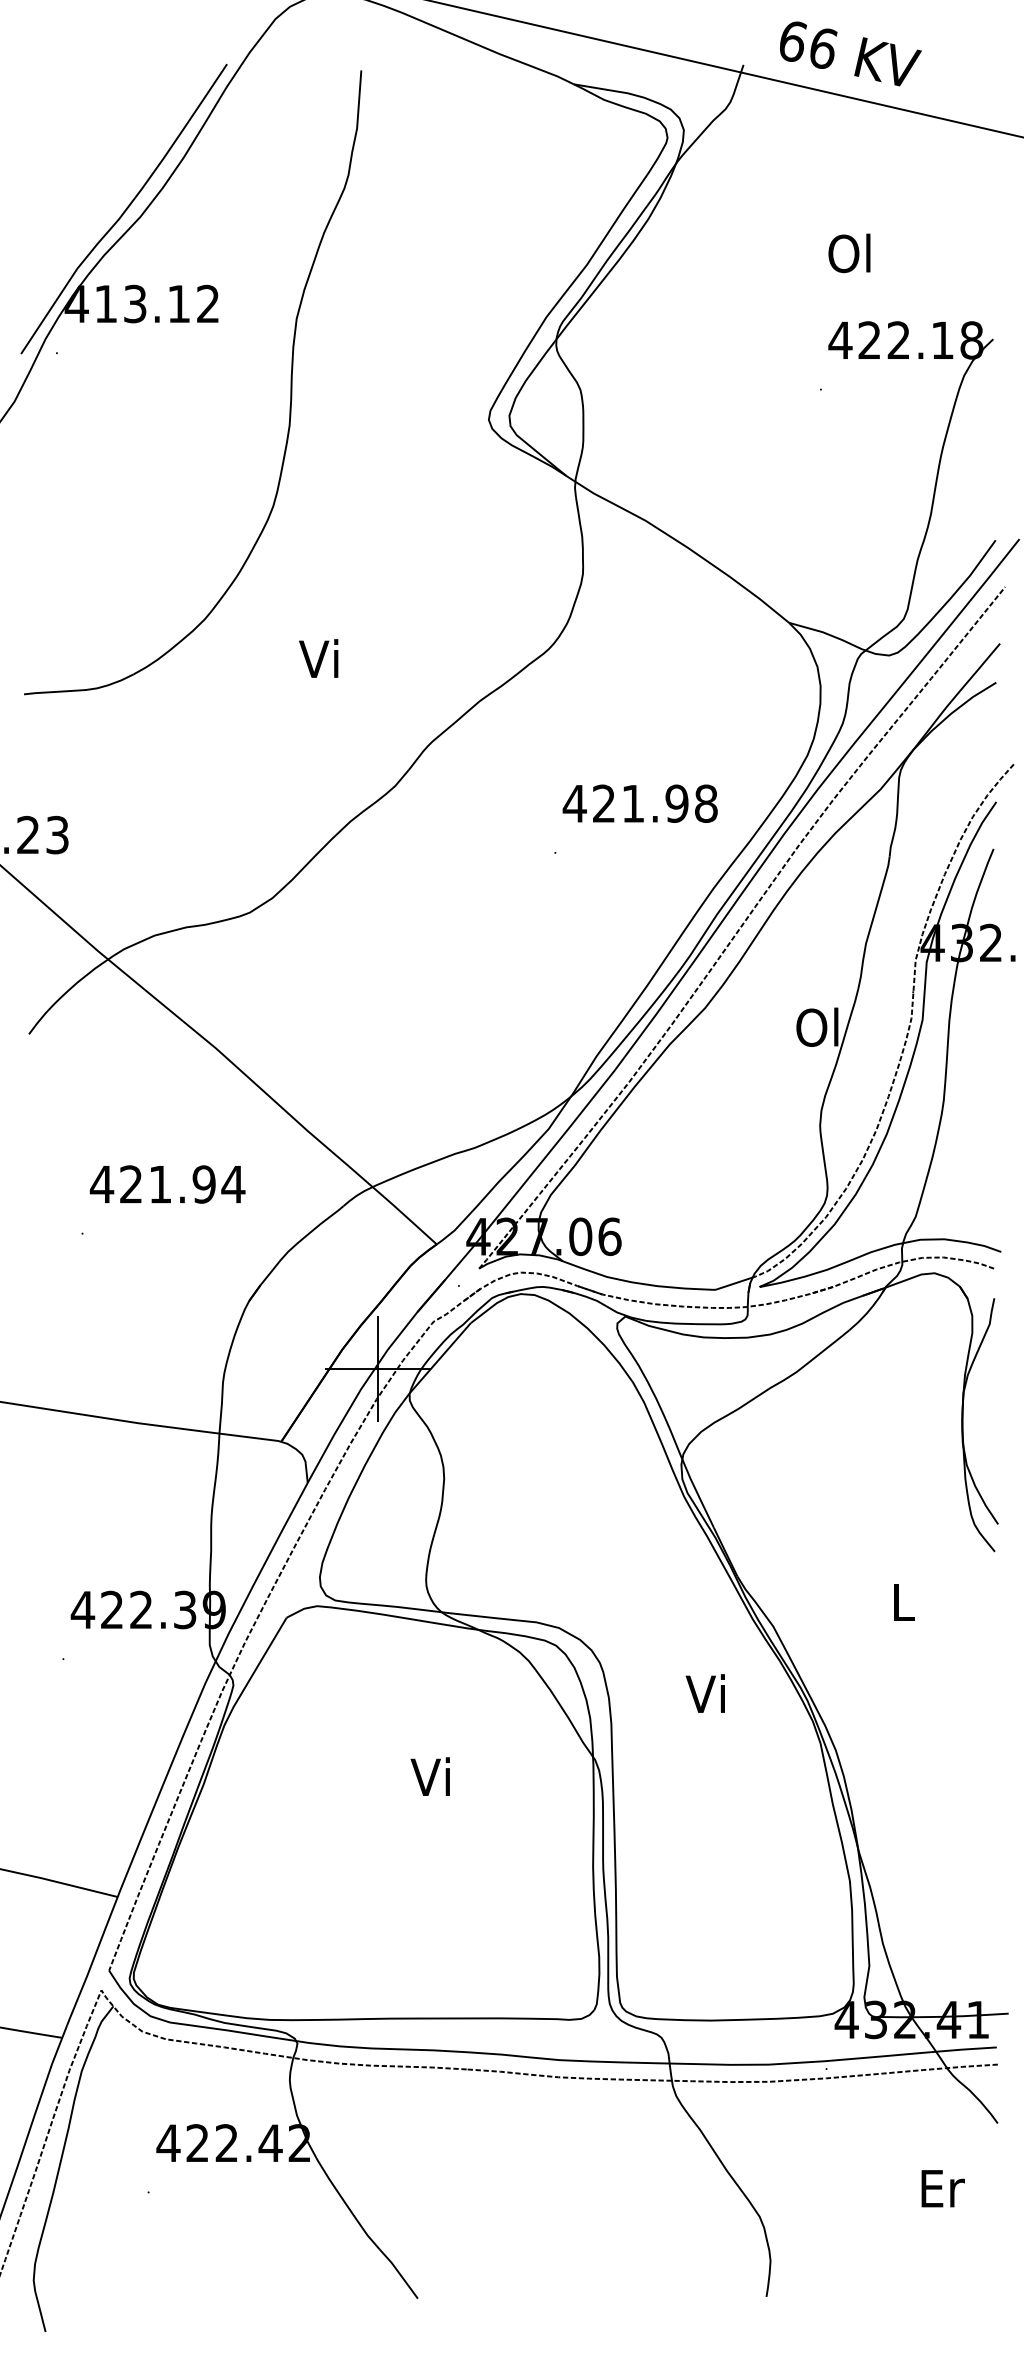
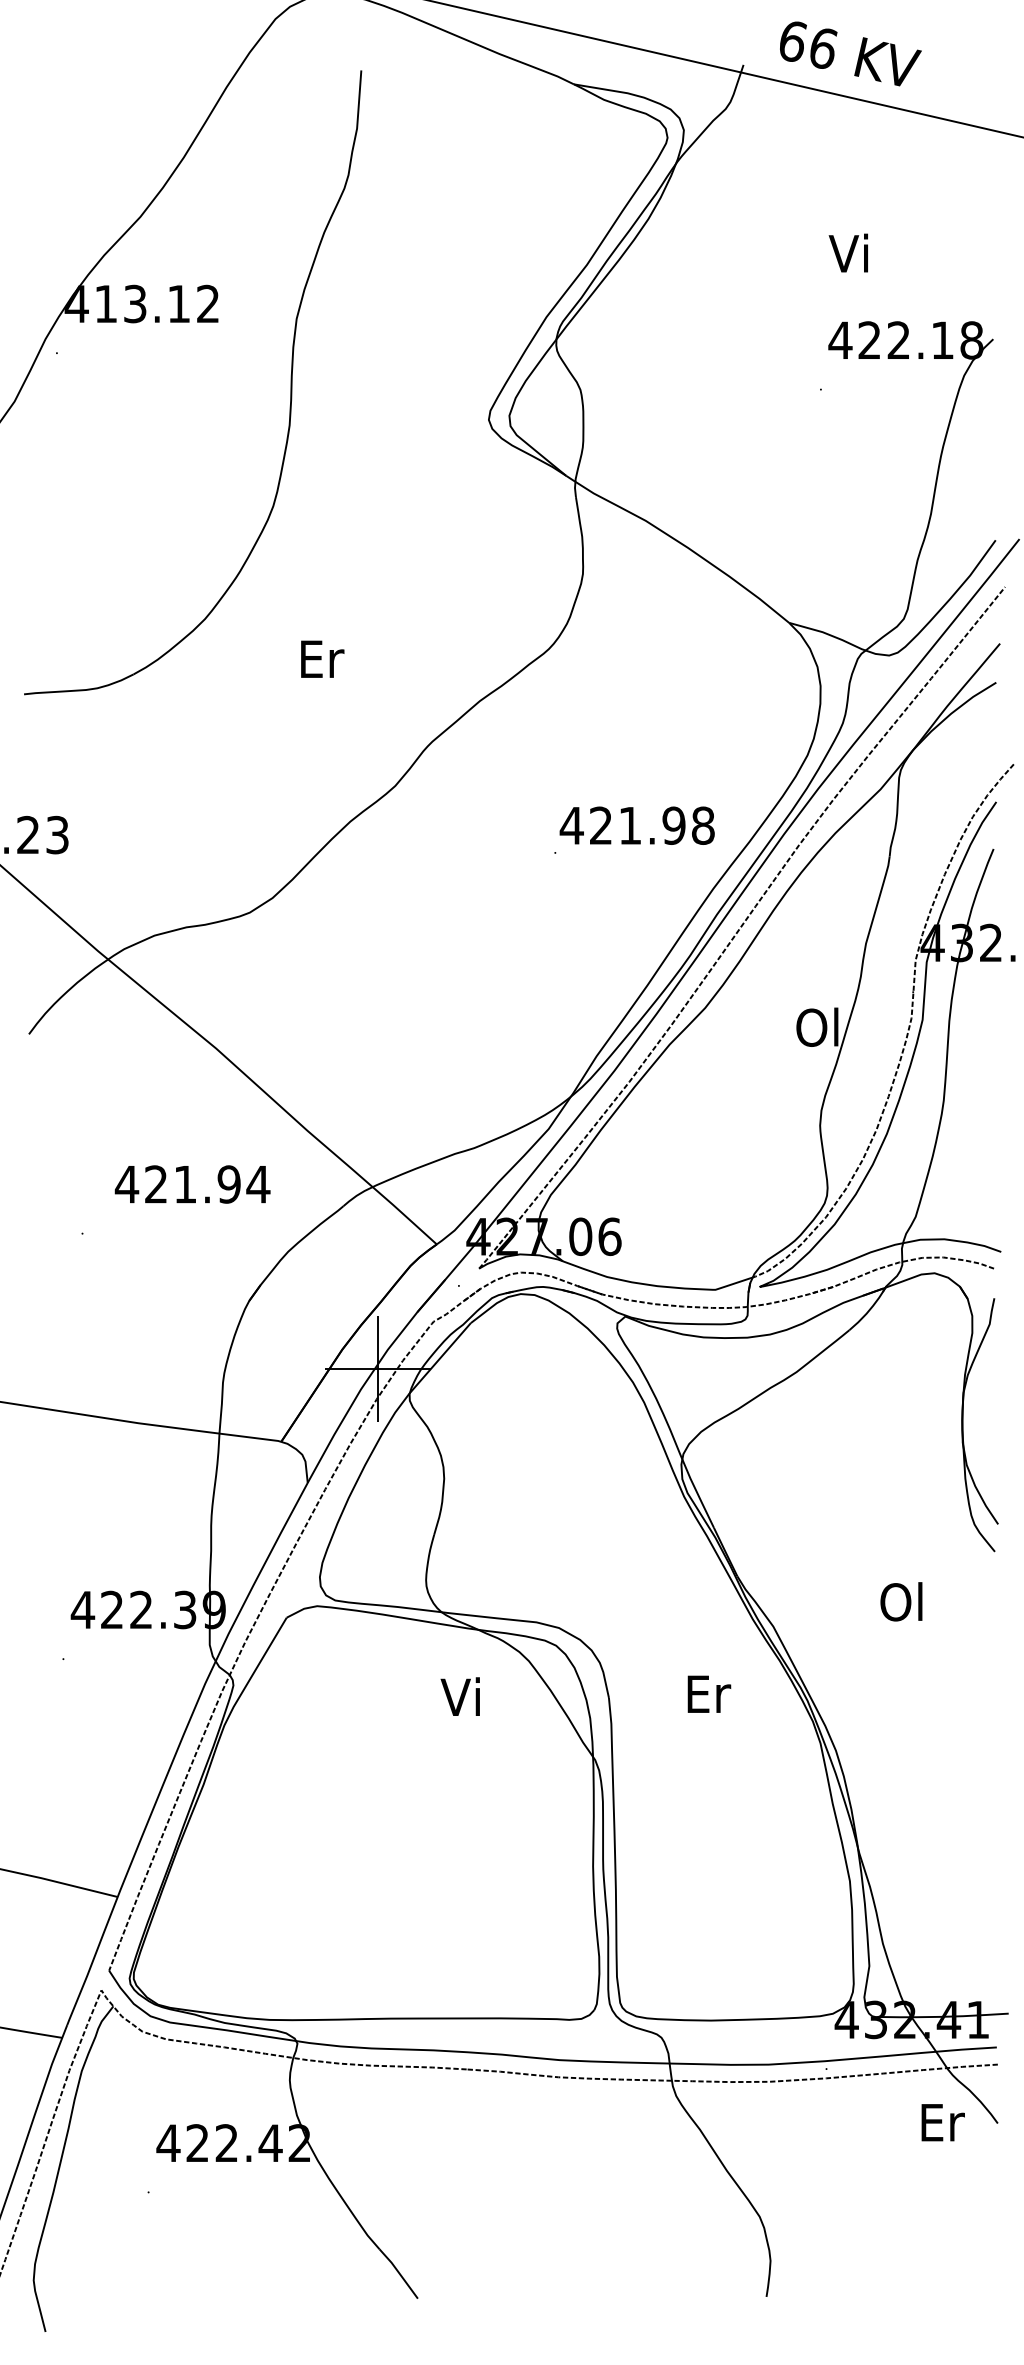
curve at (125, 209): present -> none
text at (849, 253): Ol -> Vi
text at (321, 658): Vi -> Er
text at (639, 803) position: (639, 803) -> (636, 825)
text at (167, 1184) position: (167, 1184) -> (192, 1184)
text at (901, 1601): L -> Ol
text at (708, 1693): Vi -> Er
text at (429, 1776) position: (429, 1776) -> (459, 1696)
text at (942, 2188) position: (942, 2188) -> (942, 2122)
